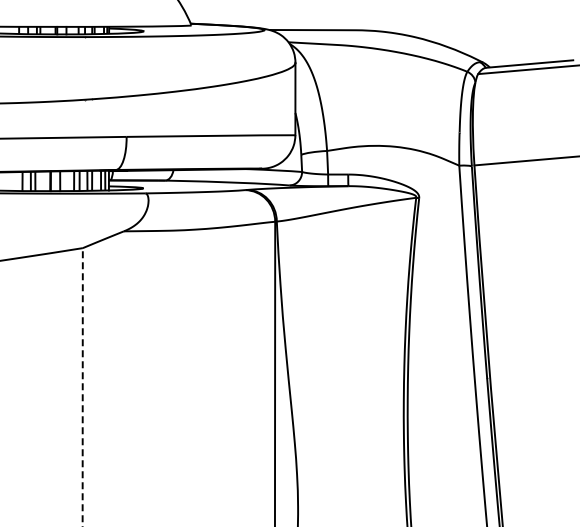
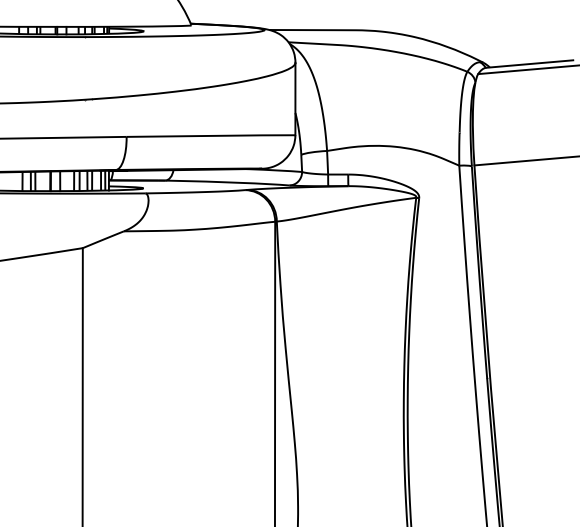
line at (82, 386): dashed -> solid
